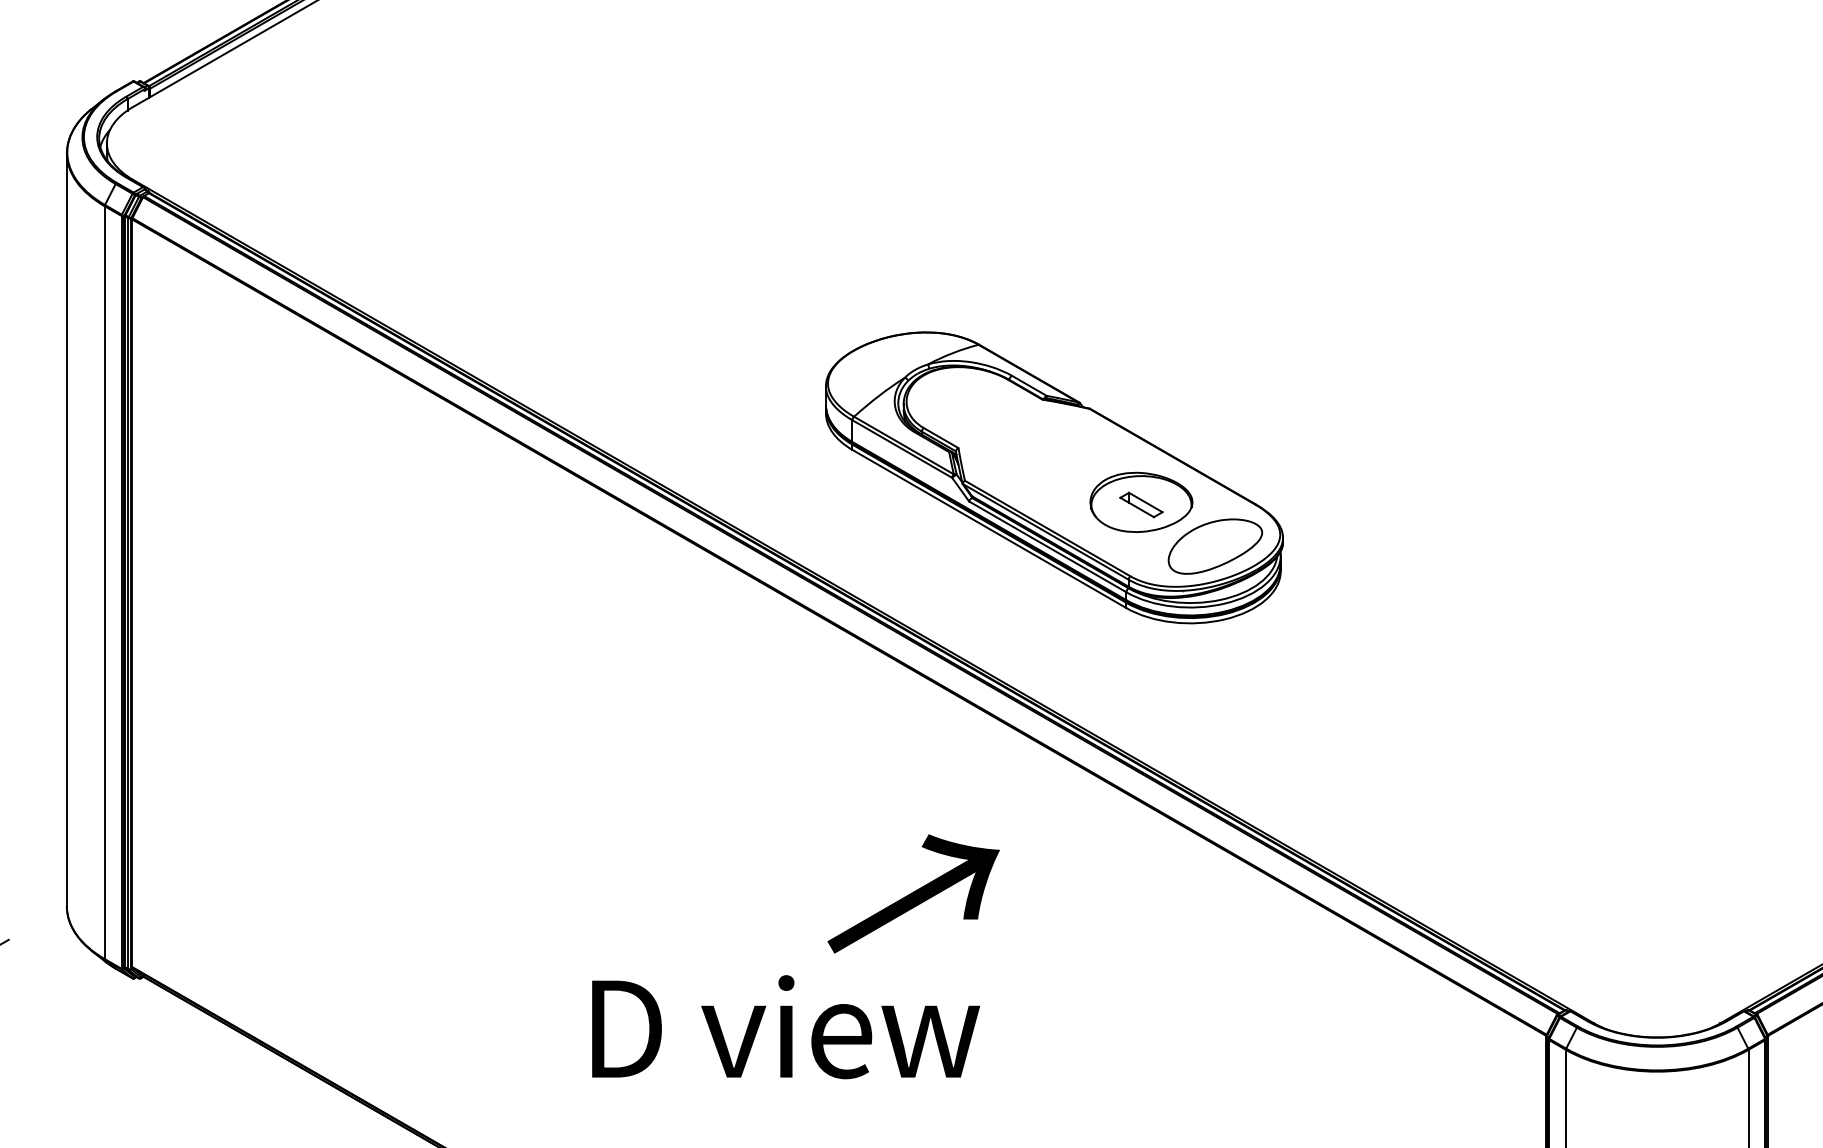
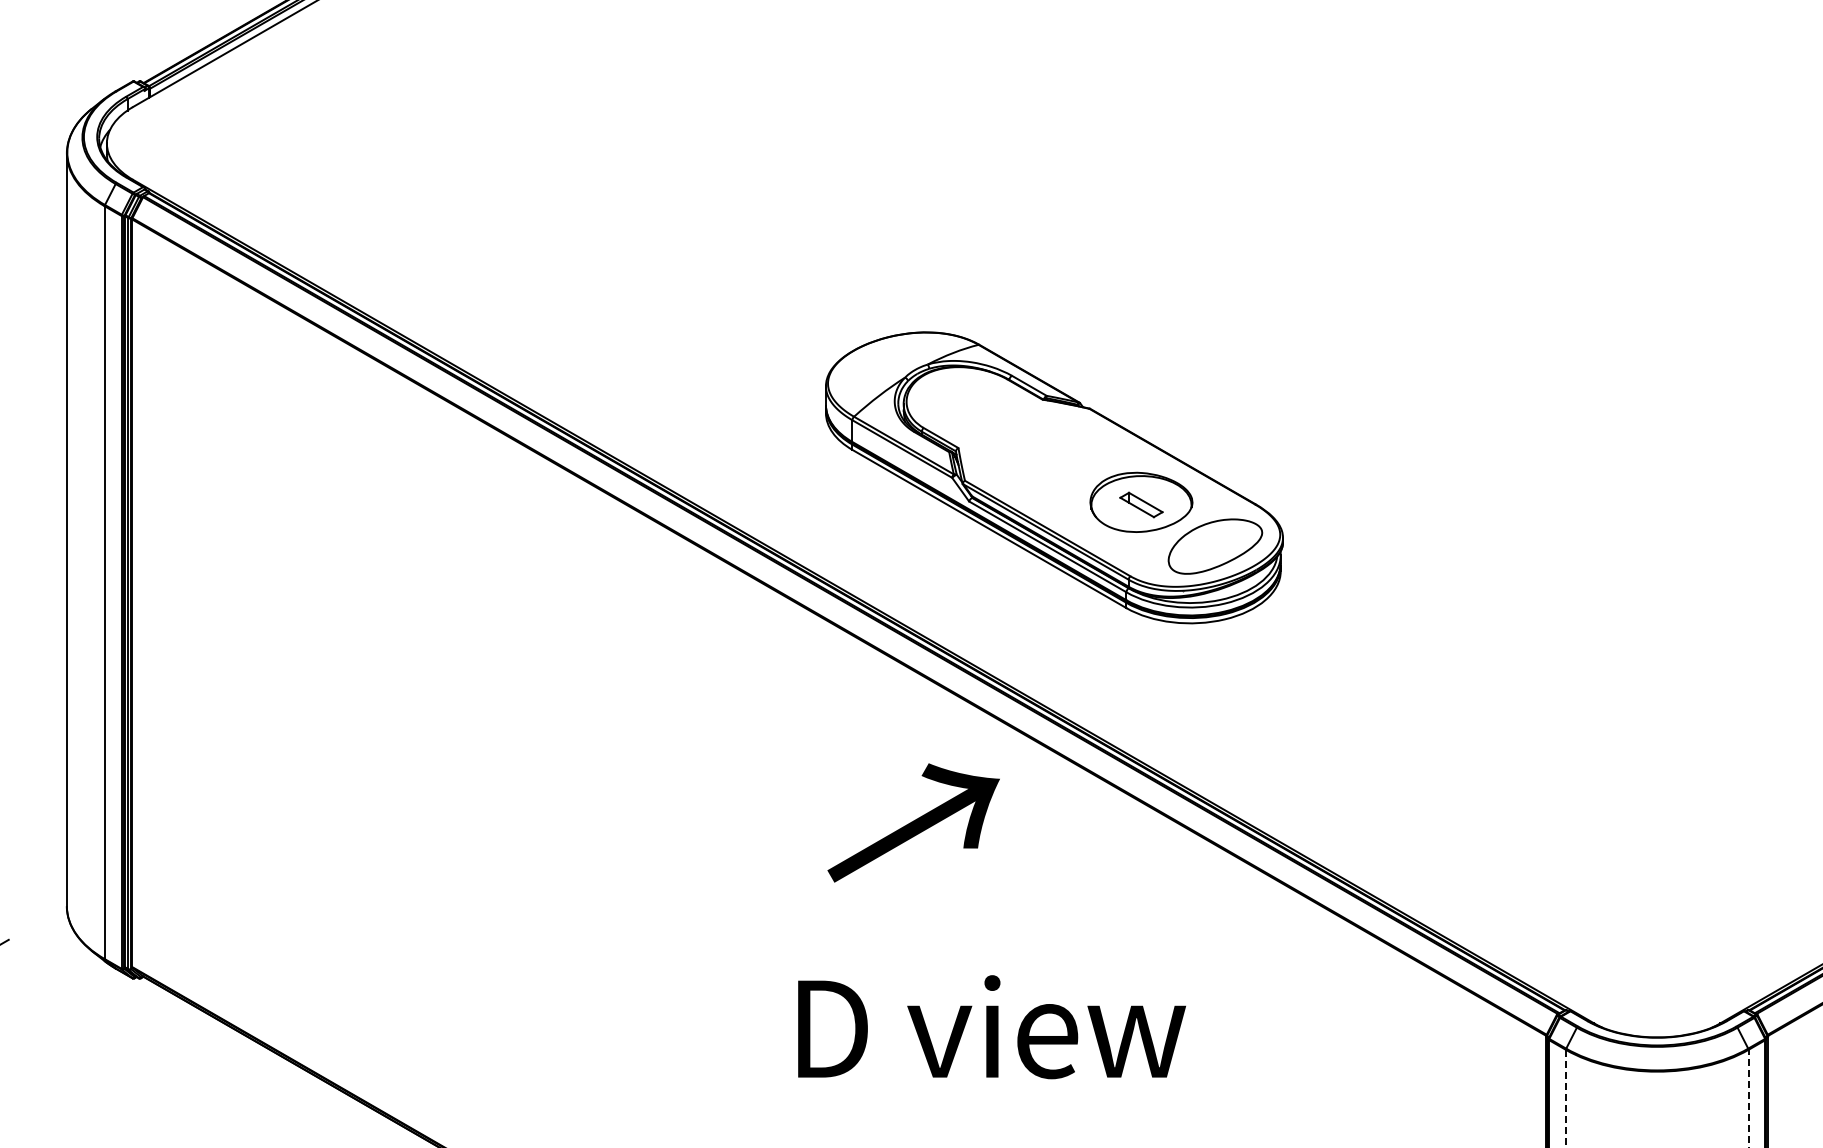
text at (913, 893) position: (913, 893) -> (913, 822)
text at (785, 1027) position: (785, 1027) -> (991, 1027)
line at (1565, 1098): solid -> dashed
line at (1748, 1098): solid -> dashed
